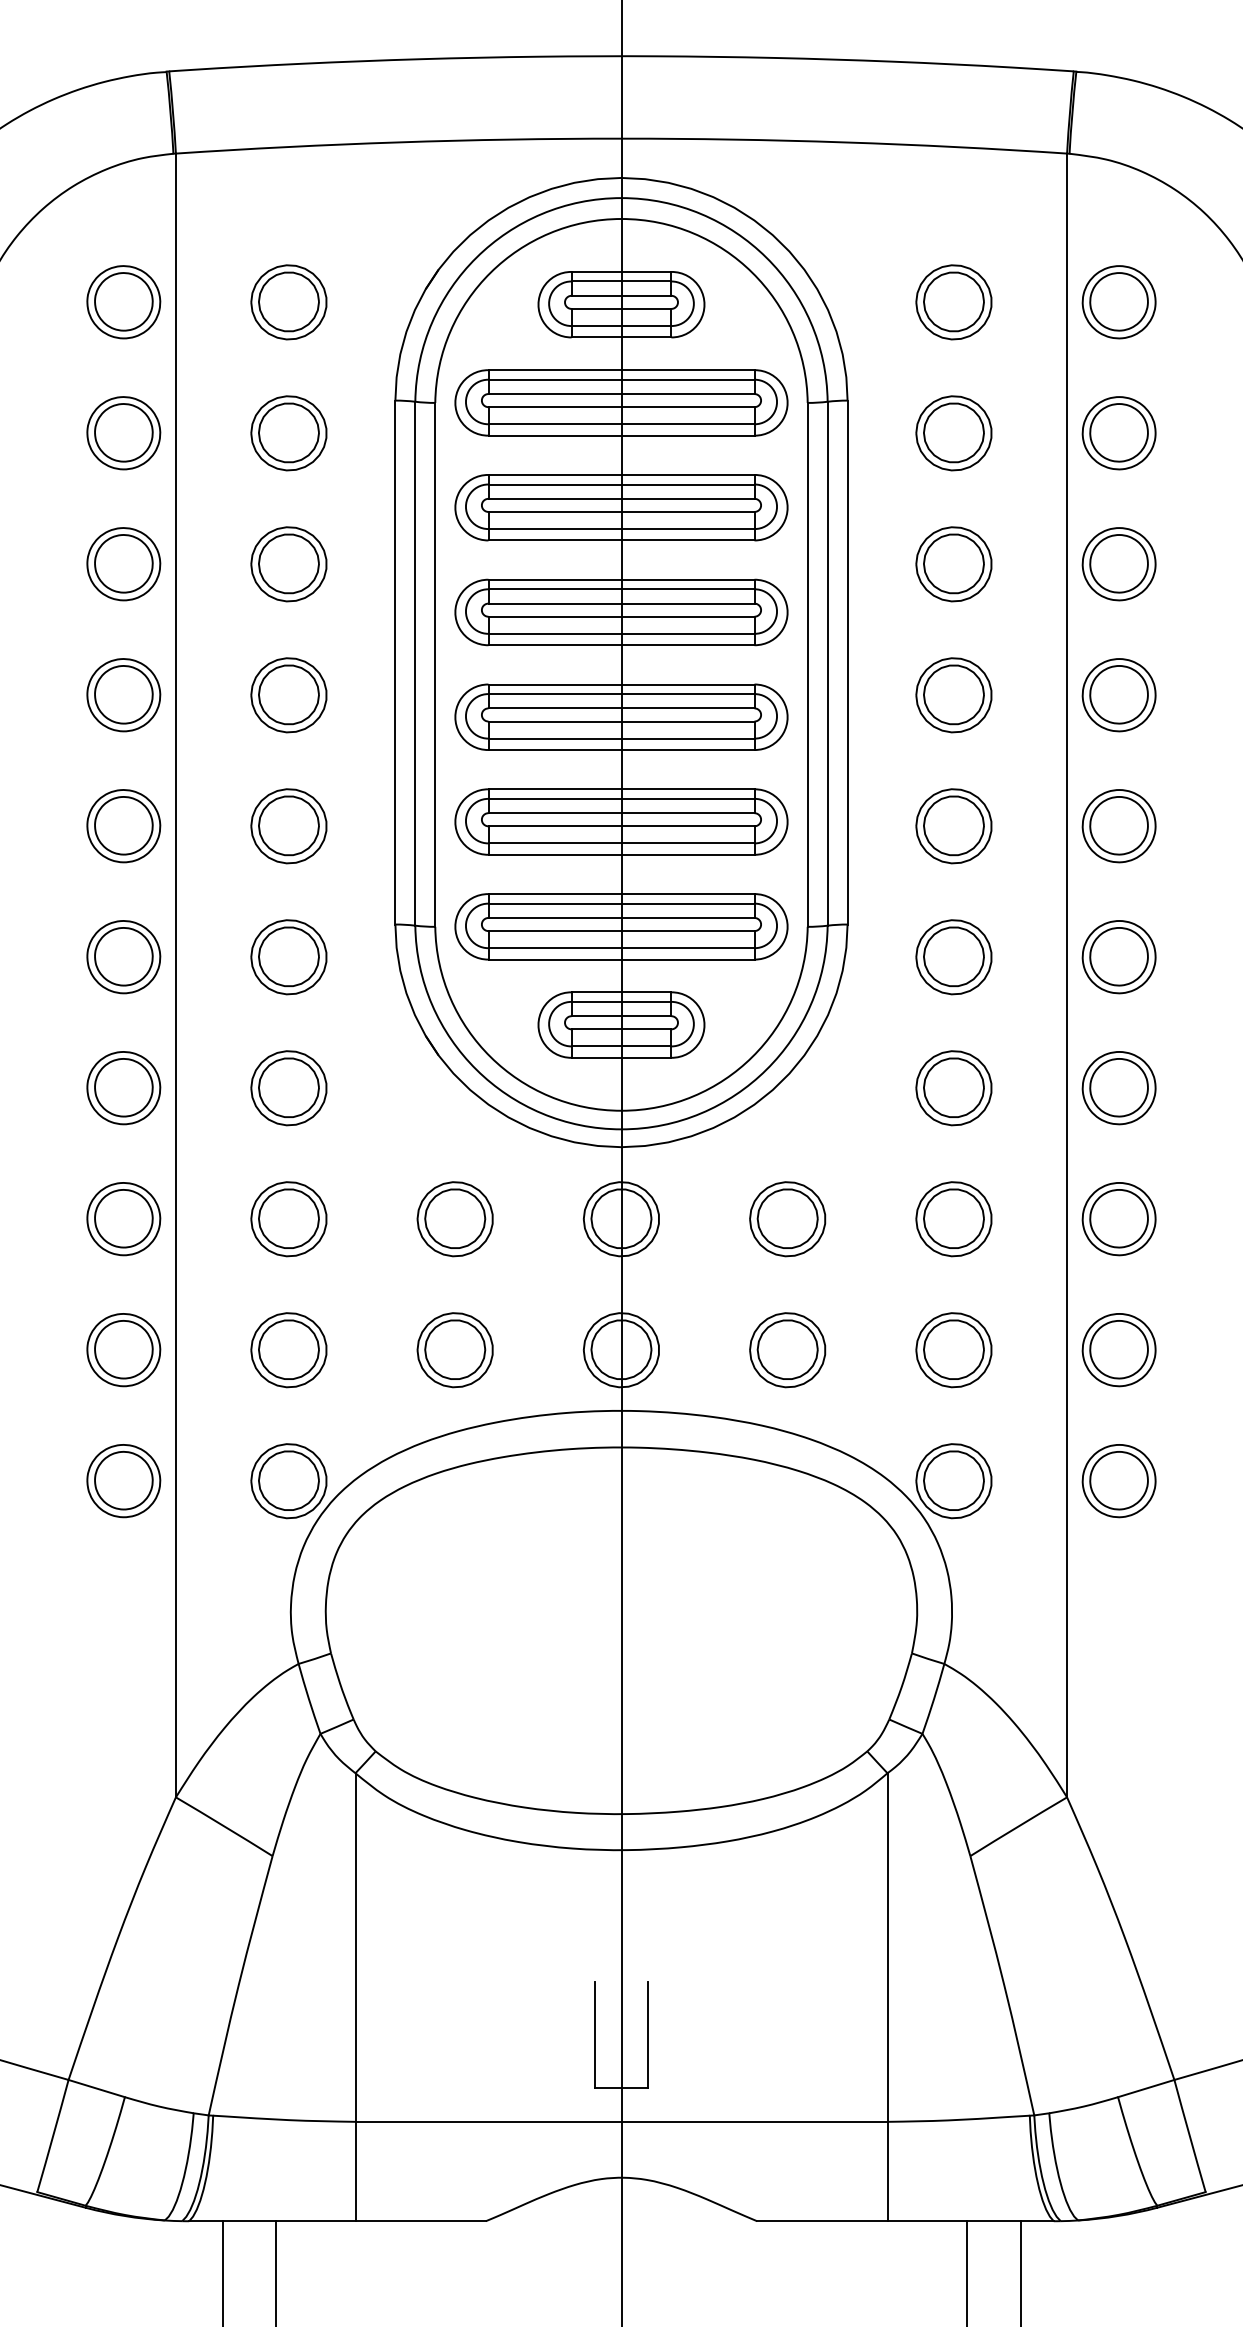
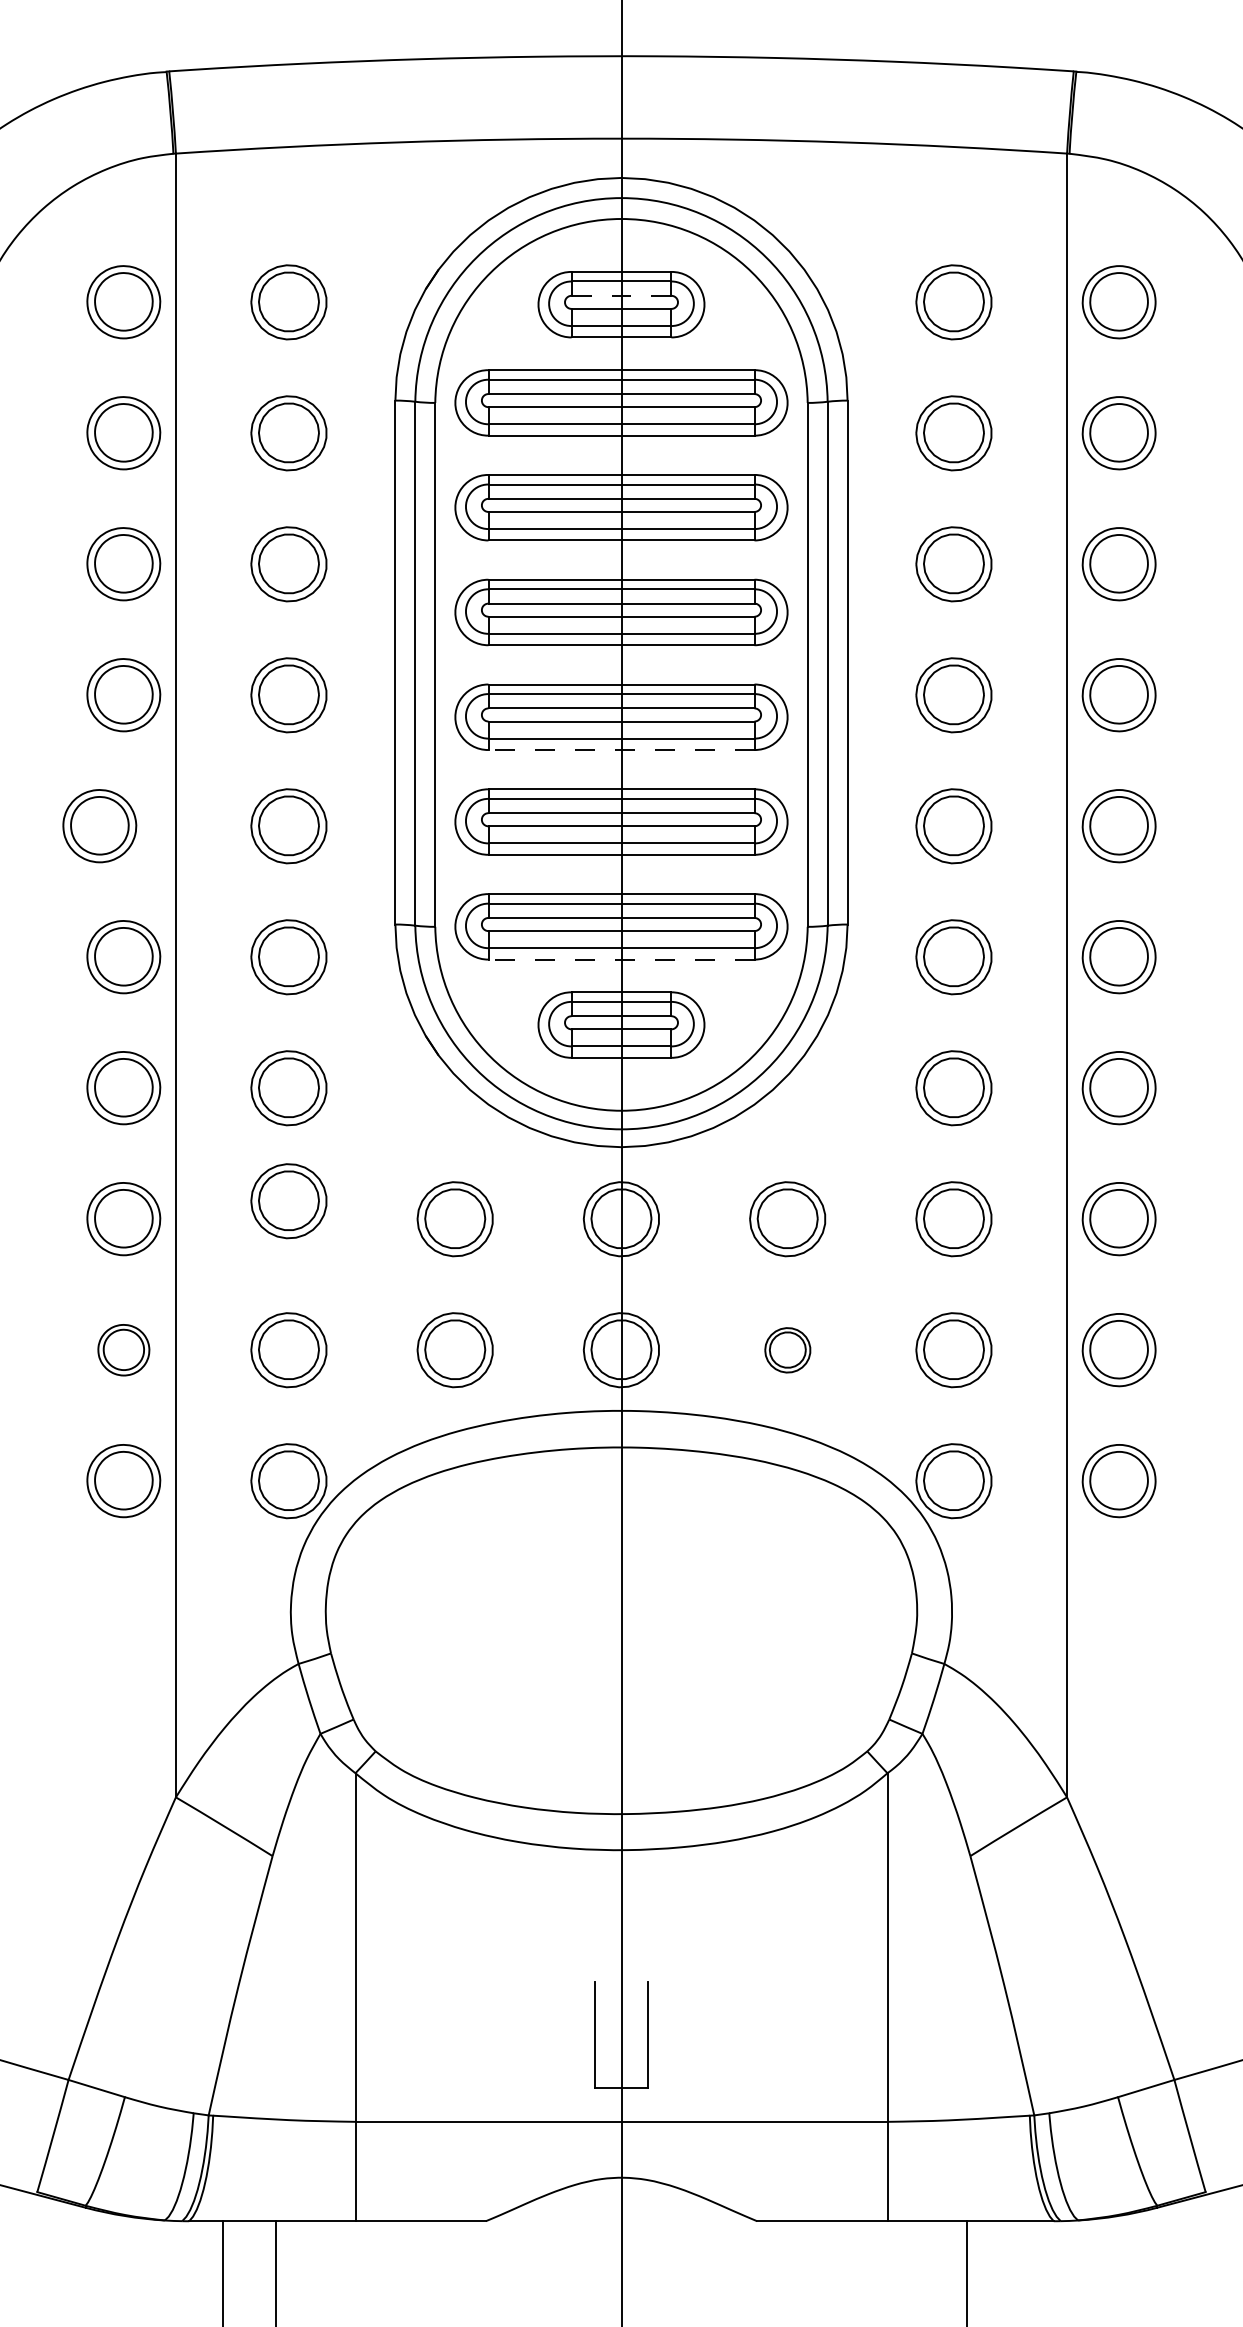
line at (621, 295): solid -> dashed
line at (621, 750): solid -> dashed
part at (123, 826) position: (123, 826) -> (99, 826)
line at (621, 959): solid -> dashed
part at (288, 1219) position: (288, 1219) -> (288, 1201)
part at (123, 1350) size: 76x75 px -> 54x53 px
part at (787, 1350) size: 78x77 px -> 48x47 px
line at (1020, 2272): present -> none
